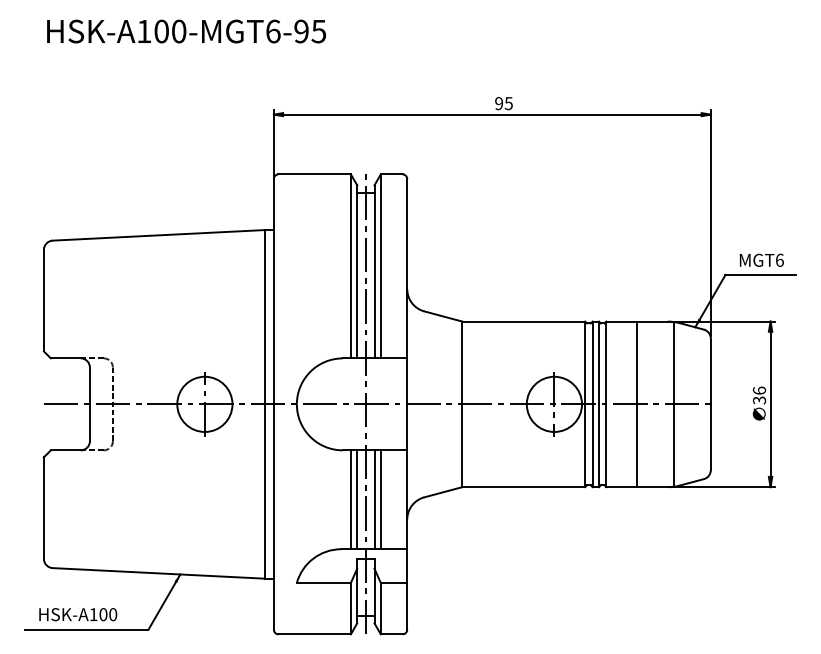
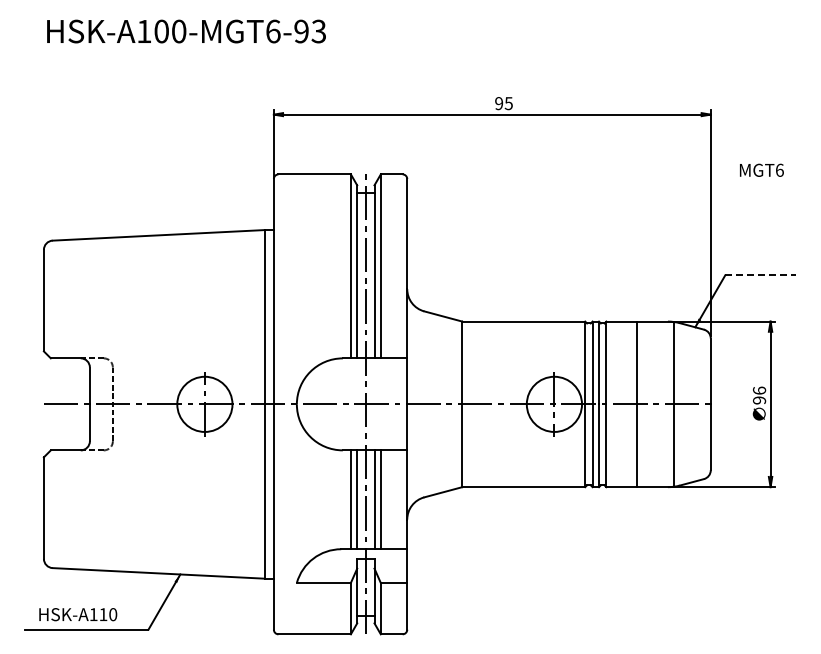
text at (319, 30): HSK-A100-MGT6-95 -> HSK-A100-MGT6-93
text at (761, 259) position: (761, 259) -> (761, 169)
line at (760, 275): solid -> dashed
text at (759, 400): 36 -> 96
text at (103, 614): HSK-A100 -> HSK-A110
